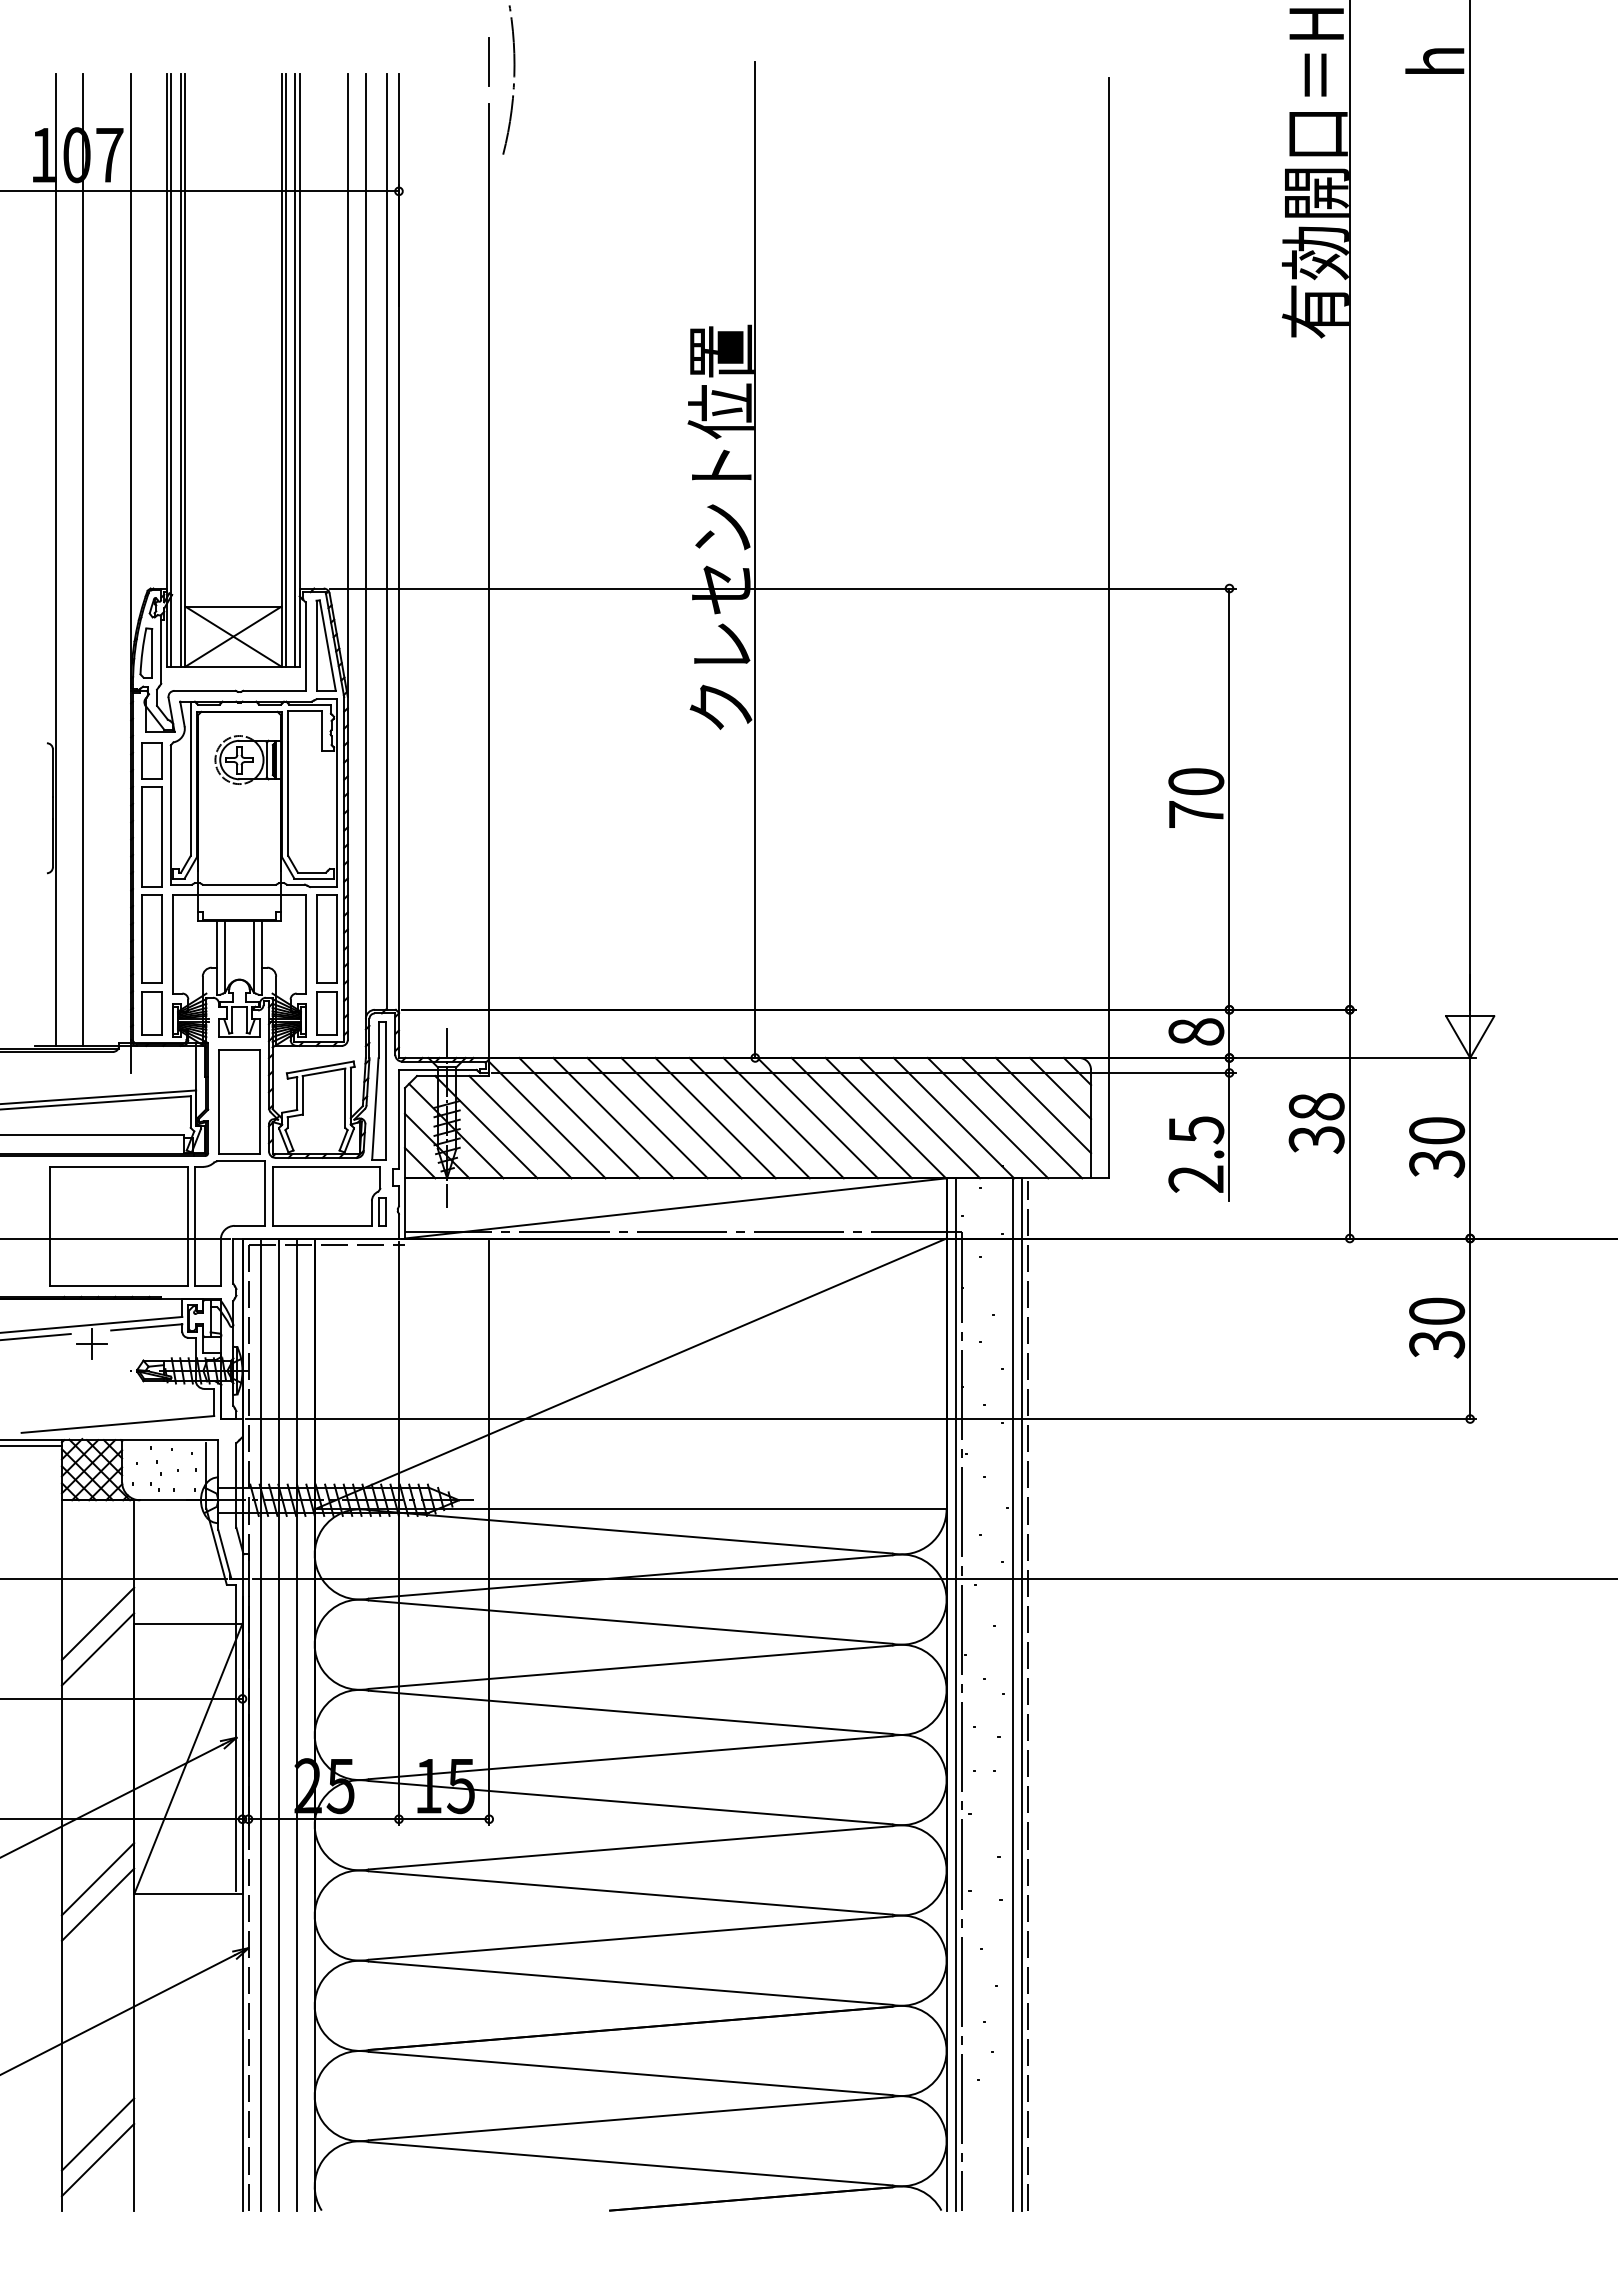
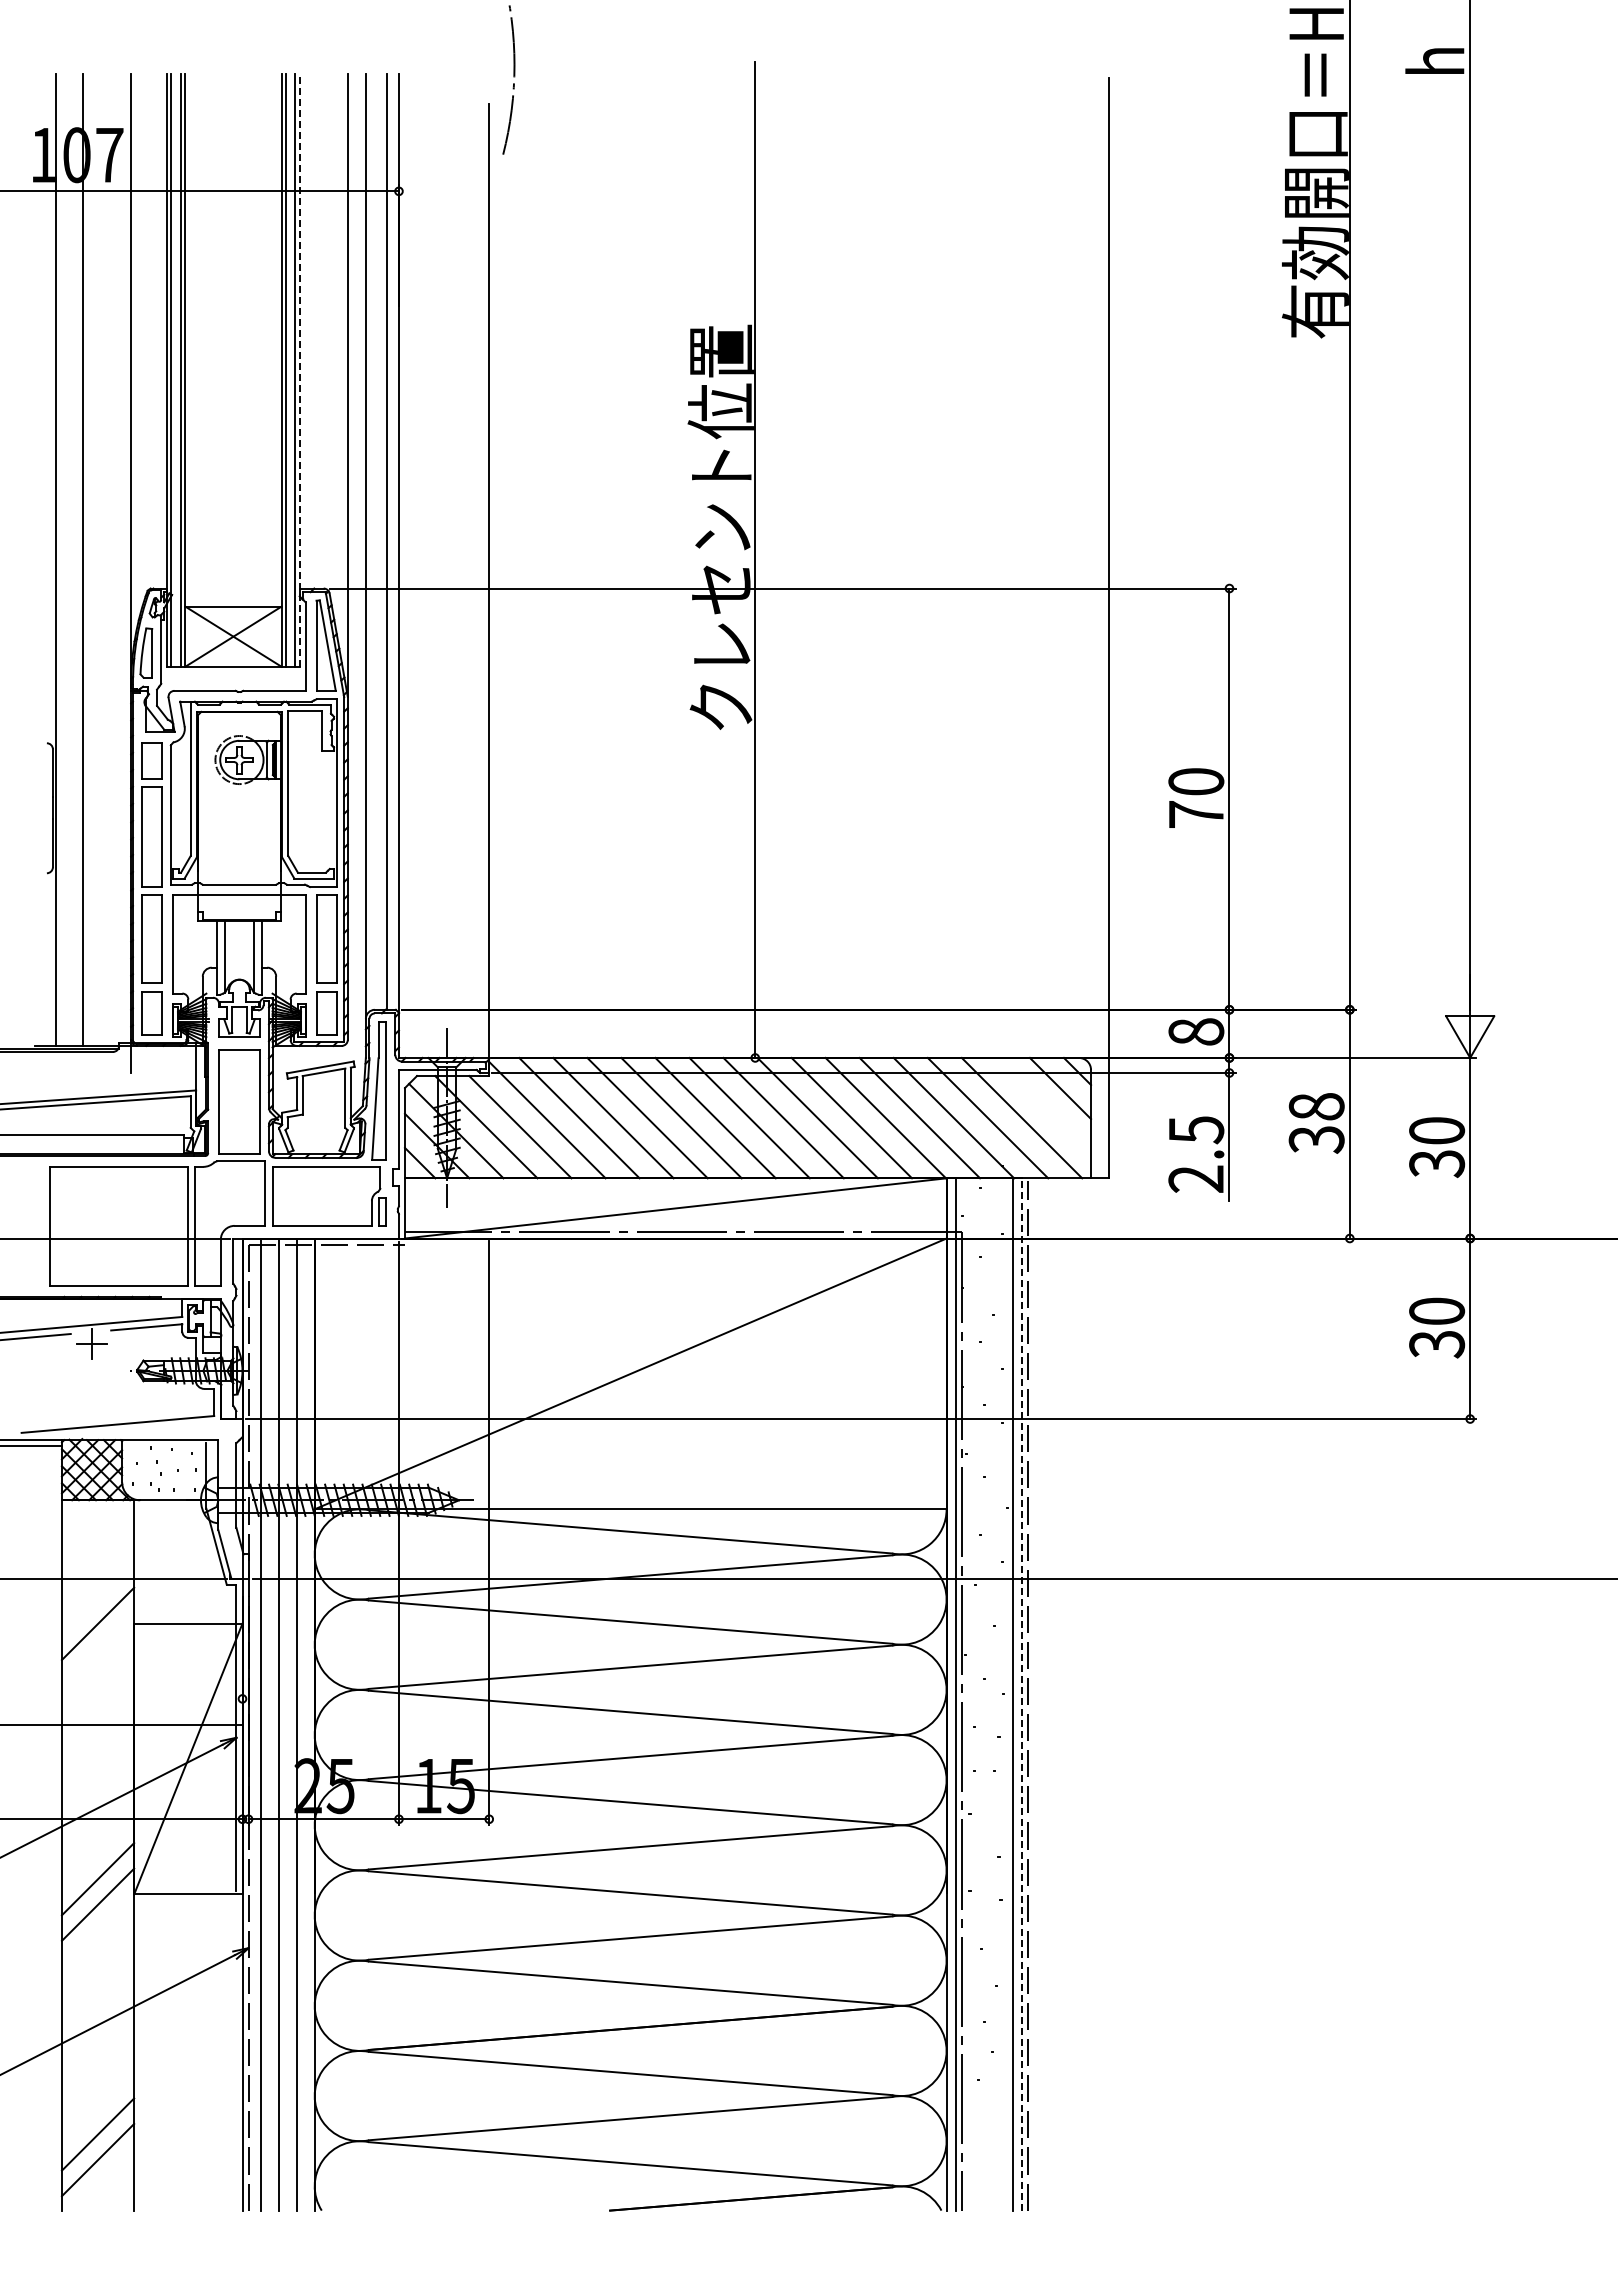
line at (488, 61): present -> none
line at (299, 369): solid -> dashed
line at (1043, 1105): present -> none
line at (97, 1649): present -> none
line at (1021, 1693): solid -> dashed
line at (122, 1698) position: (122, 1698) -> (122, 1724)
